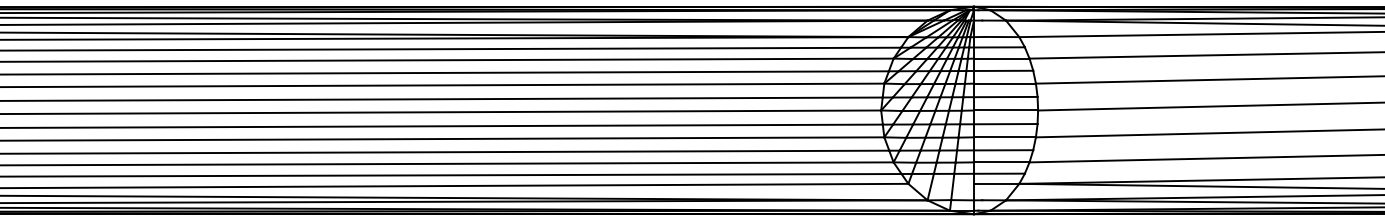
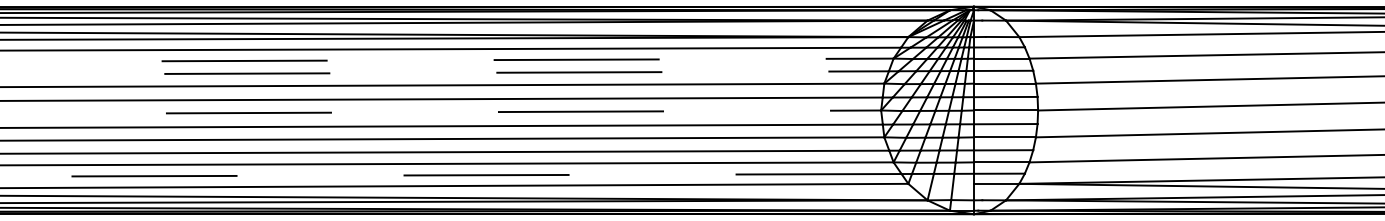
line at (447, 60): solid -> dashed
line at (444, 72): solid -> dashed
line at (441, 112): solid -> dashed
line at (450, 175): solid -> dashed
